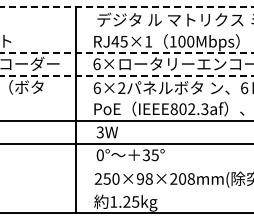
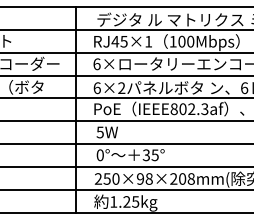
line at (127, 7): dashed -> solid
line at (126, 30): none -> present
line at (127, 52): dashed -> solid
line at (127, 75): dashed -> solid
line at (126, 98): none -> present
text at (100, 131): 3W -> 5W
line at (126, 166): none -> present
line at (126, 189): none -> present
